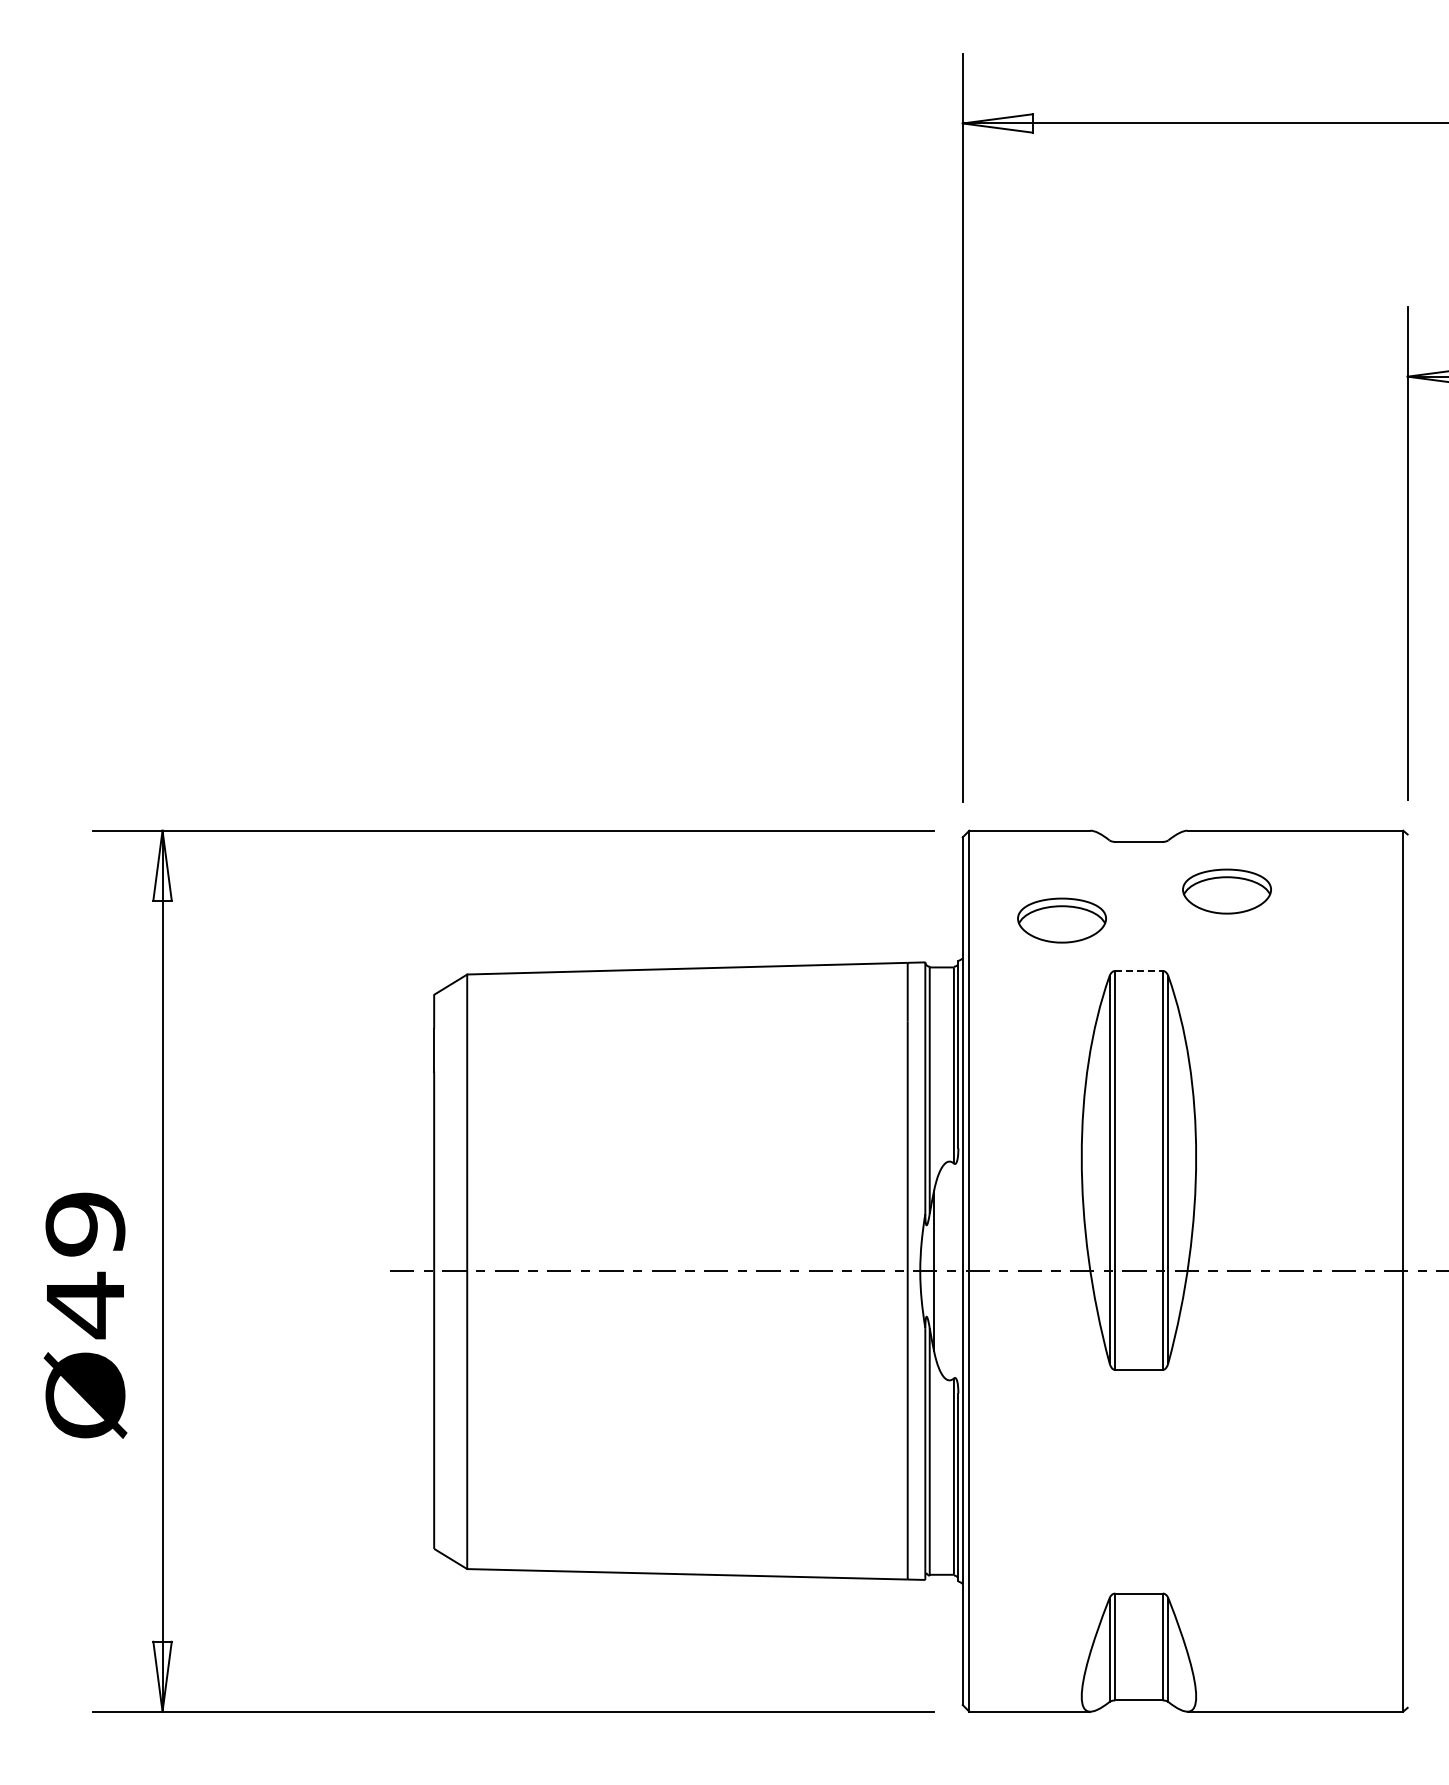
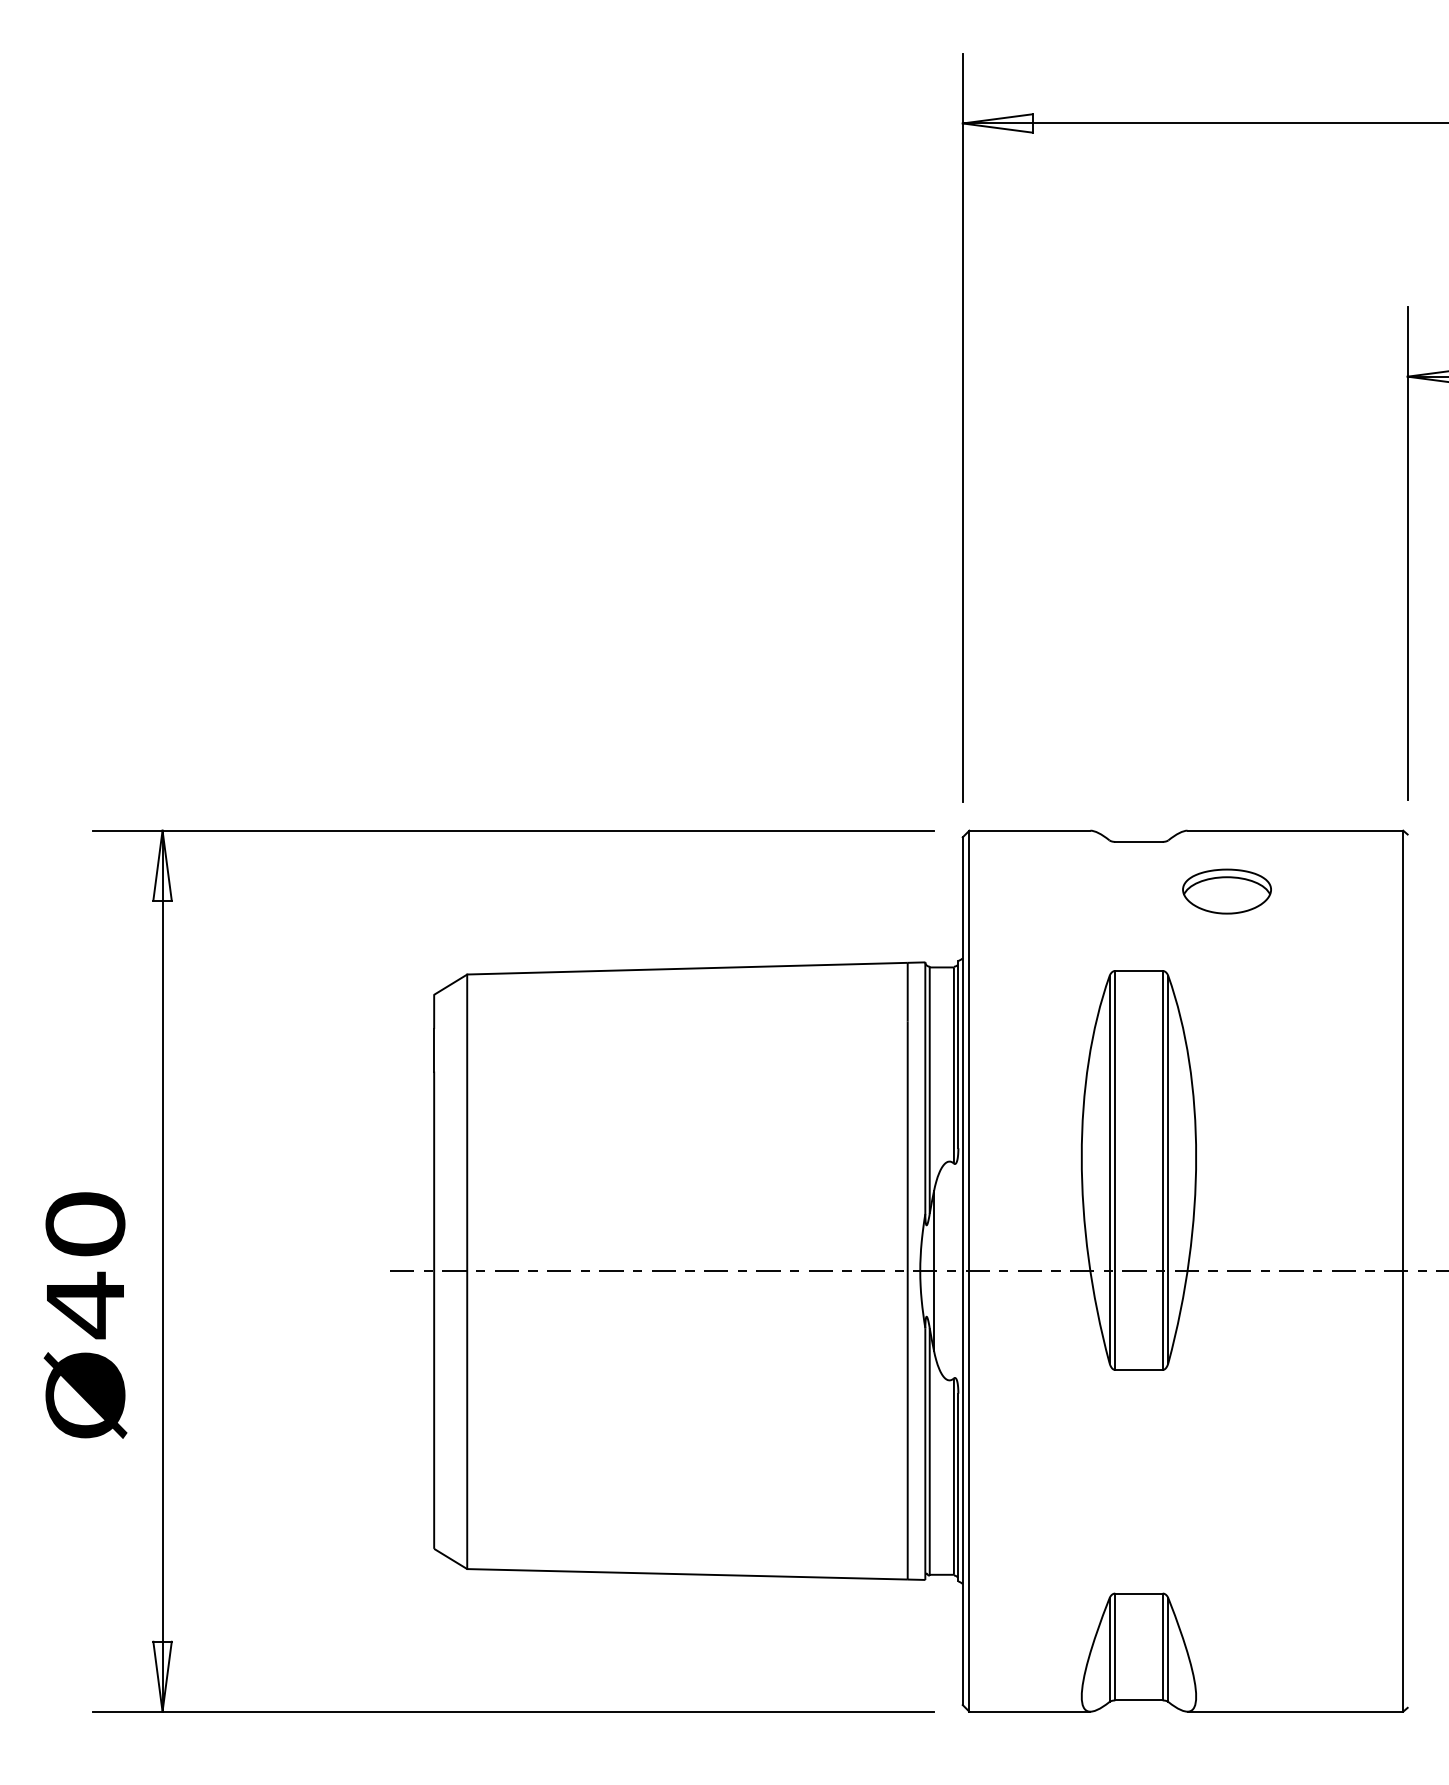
part at (1061, 920): present -> none
line at (1138, 970): dashed -> solid
text at (85, 1224): Ø49 -> Ø40
